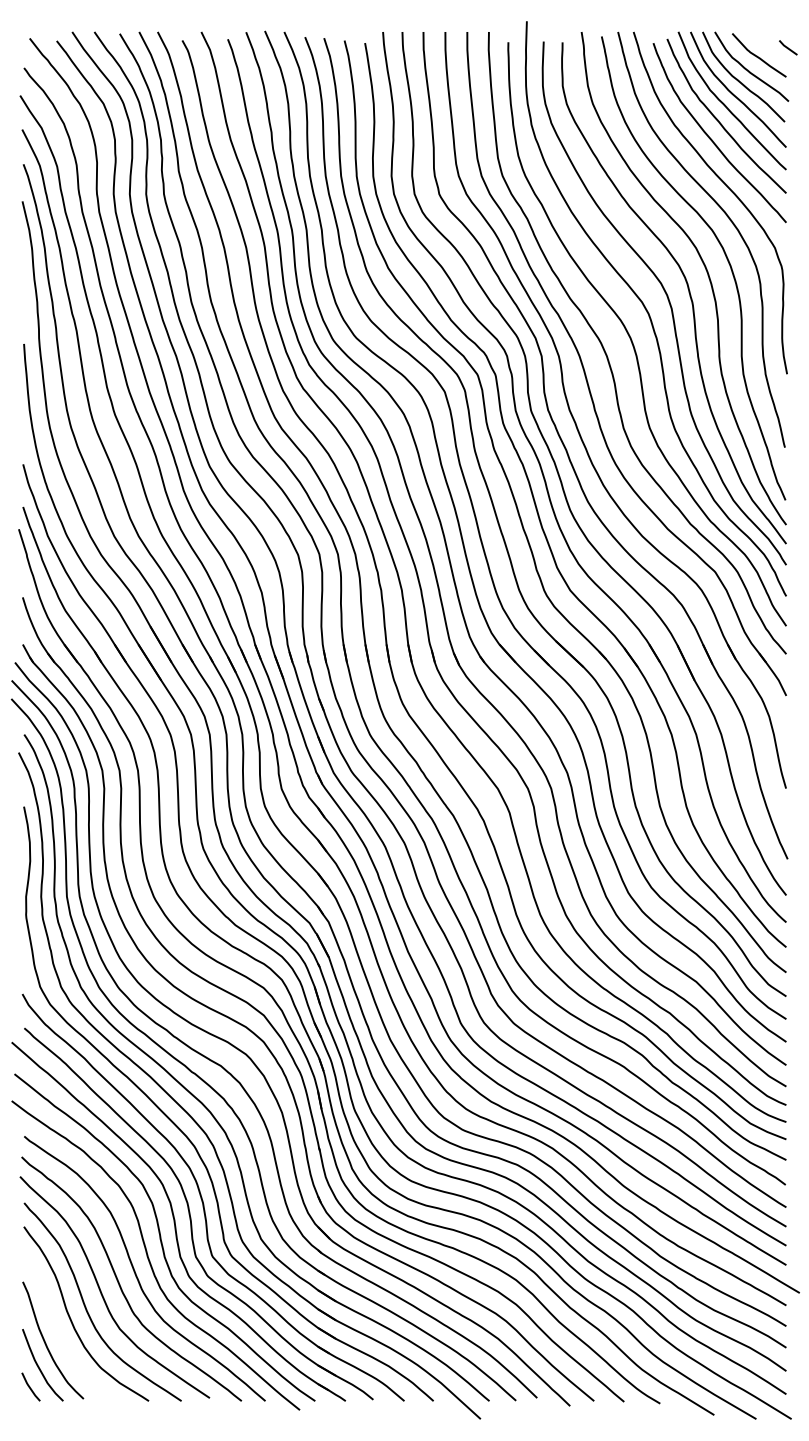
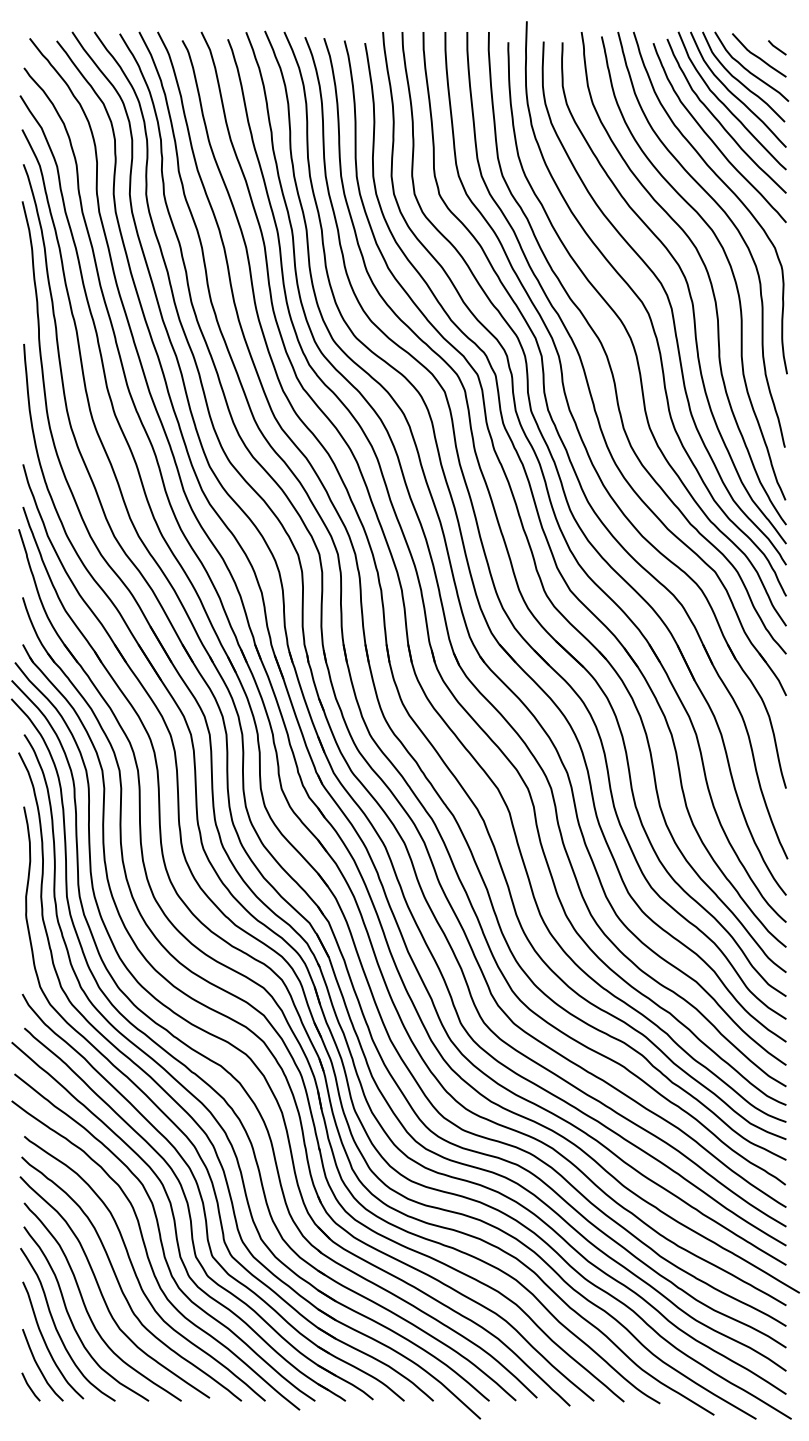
line at (788, 47) position: (788, 47) -> (777, 47)
curve at (56, 1326): none -> present
